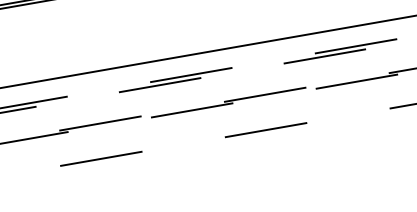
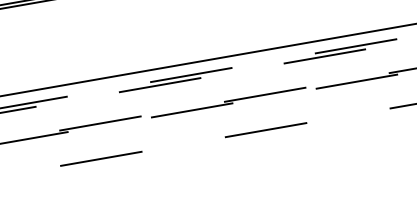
line at (207, 51) position: (207, 51) -> (207, 59)
